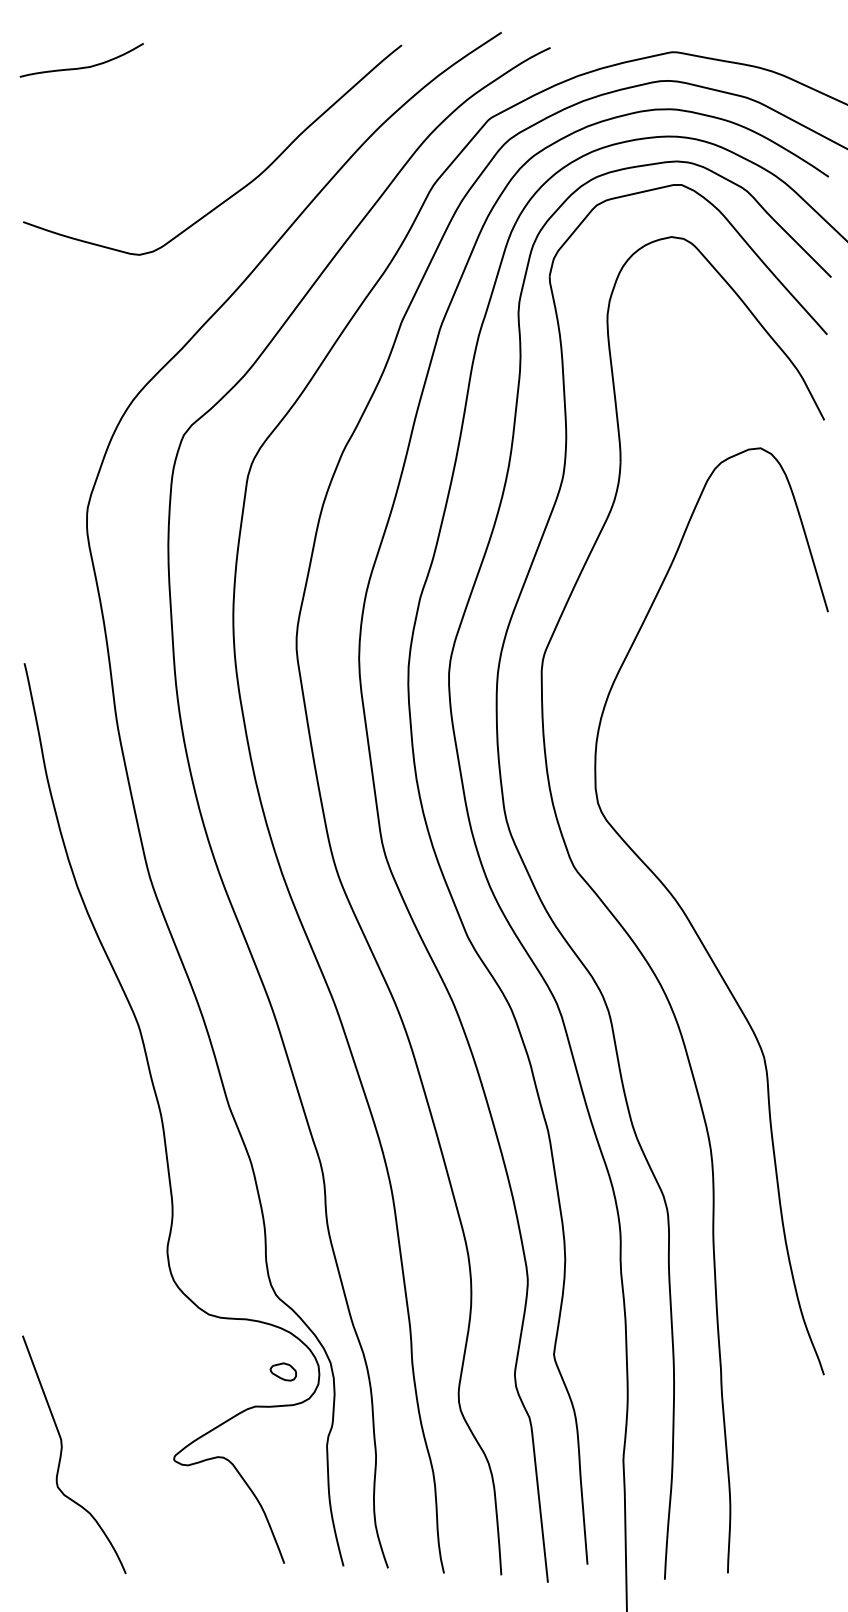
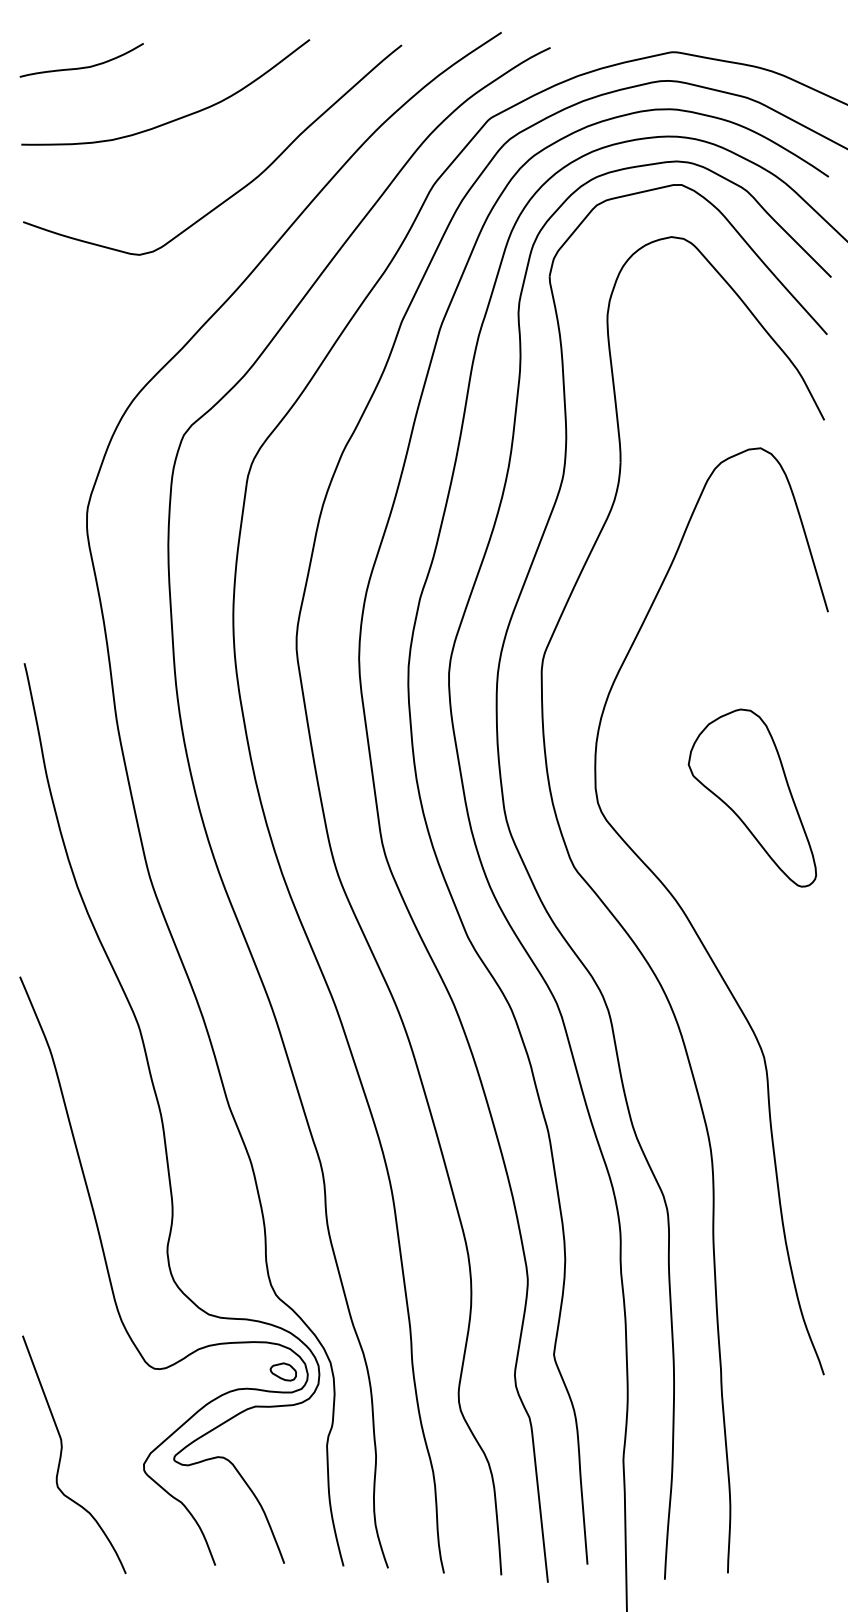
curve at (173, 119): none -> present
part at (751, 797): none -> present
curve at (111, 1281): none -> present
